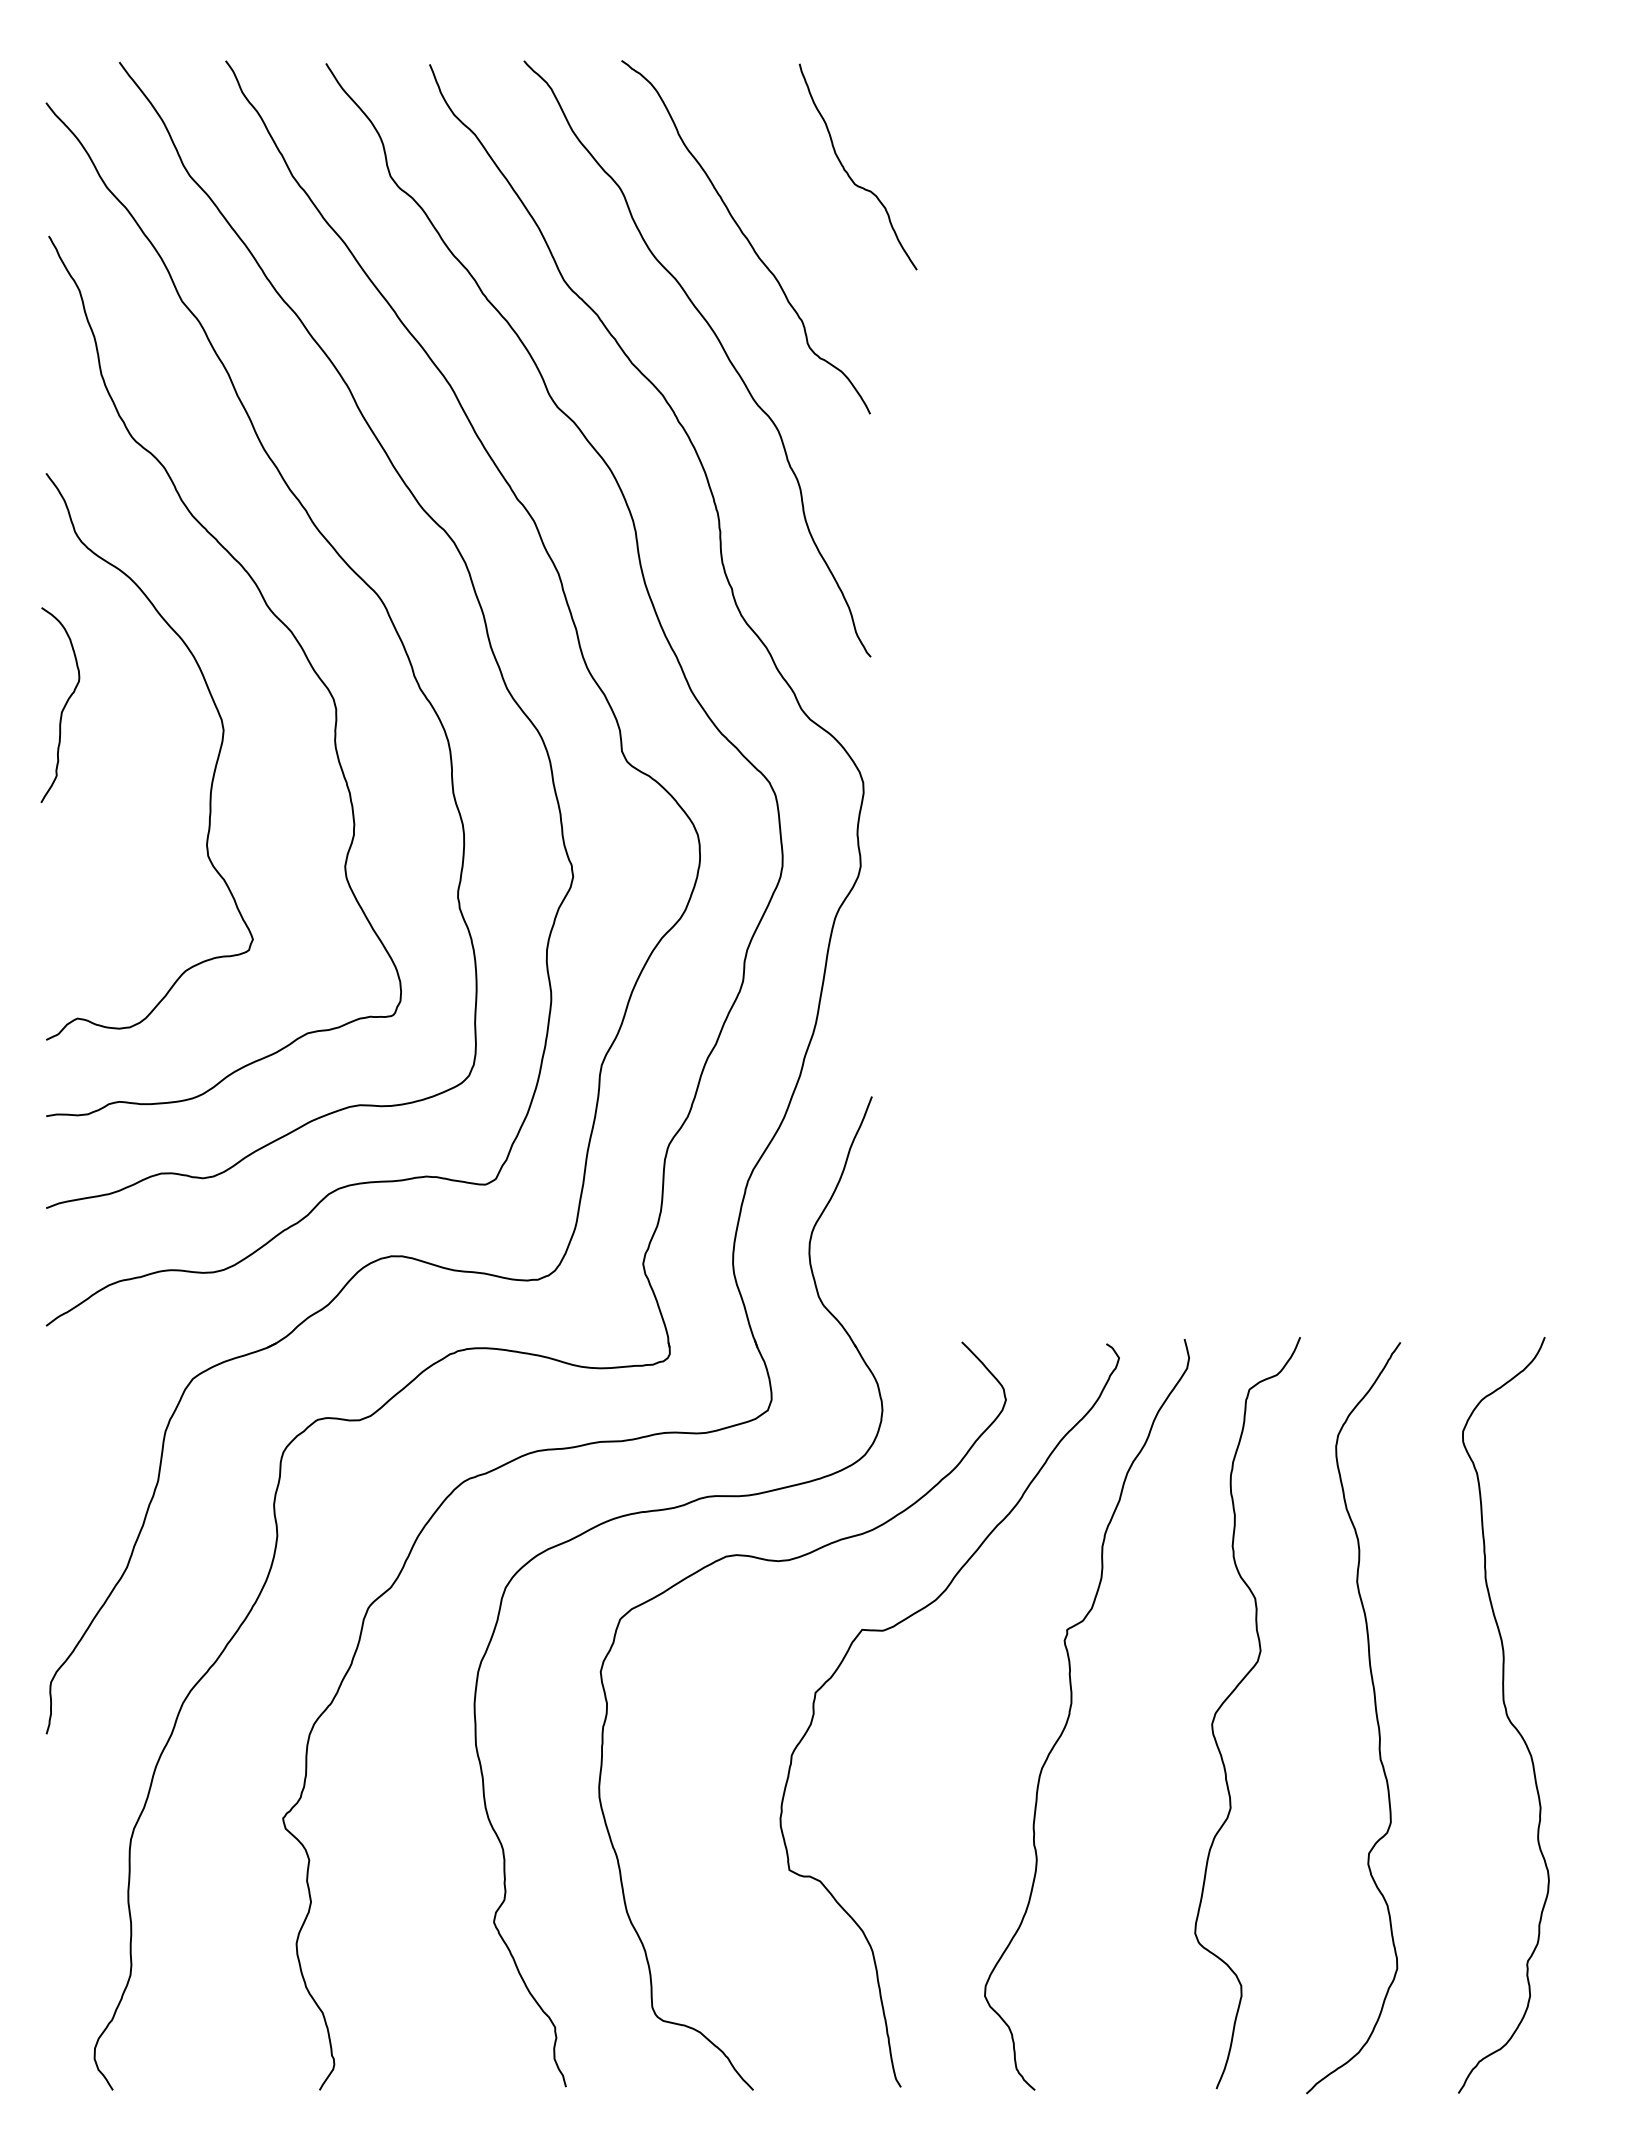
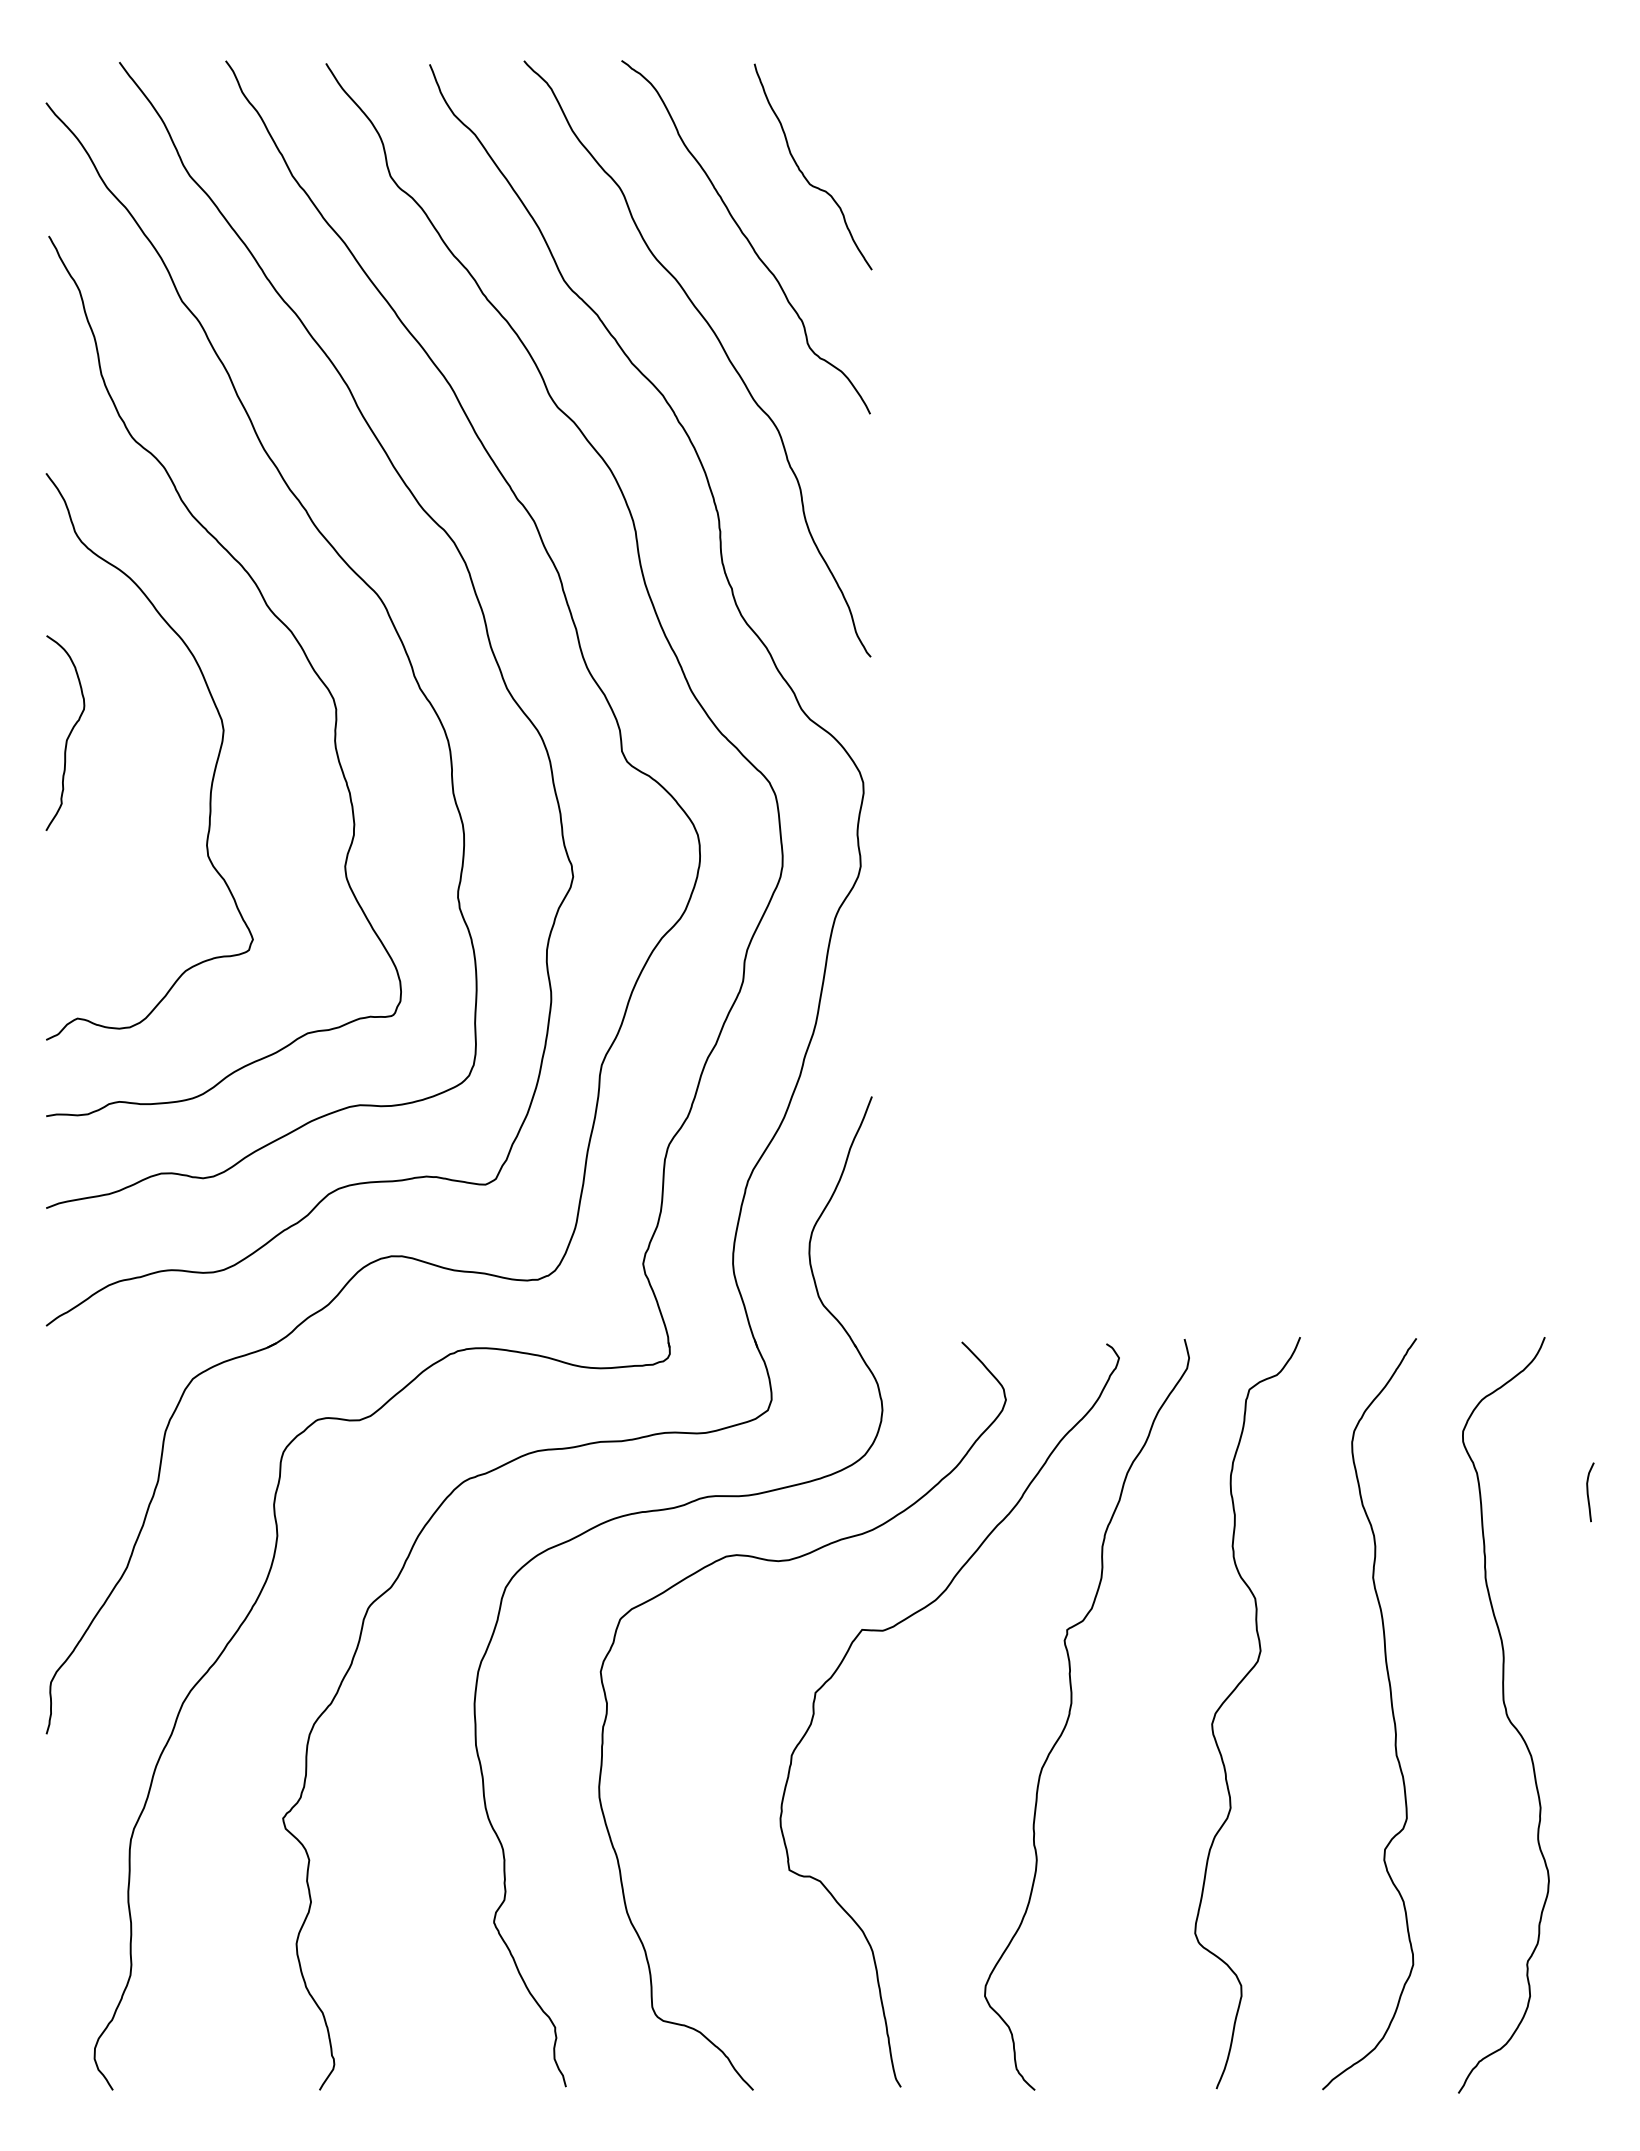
curve at (847, 171) position: (847, 171) -> (802, 171)
curve at (63, 706) position: (63, 706) -> (68, 734)
curve at (1588, 1492): none -> present
curve at (1375, 1714) position: (1375, 1714) -> (1391, 1710)
